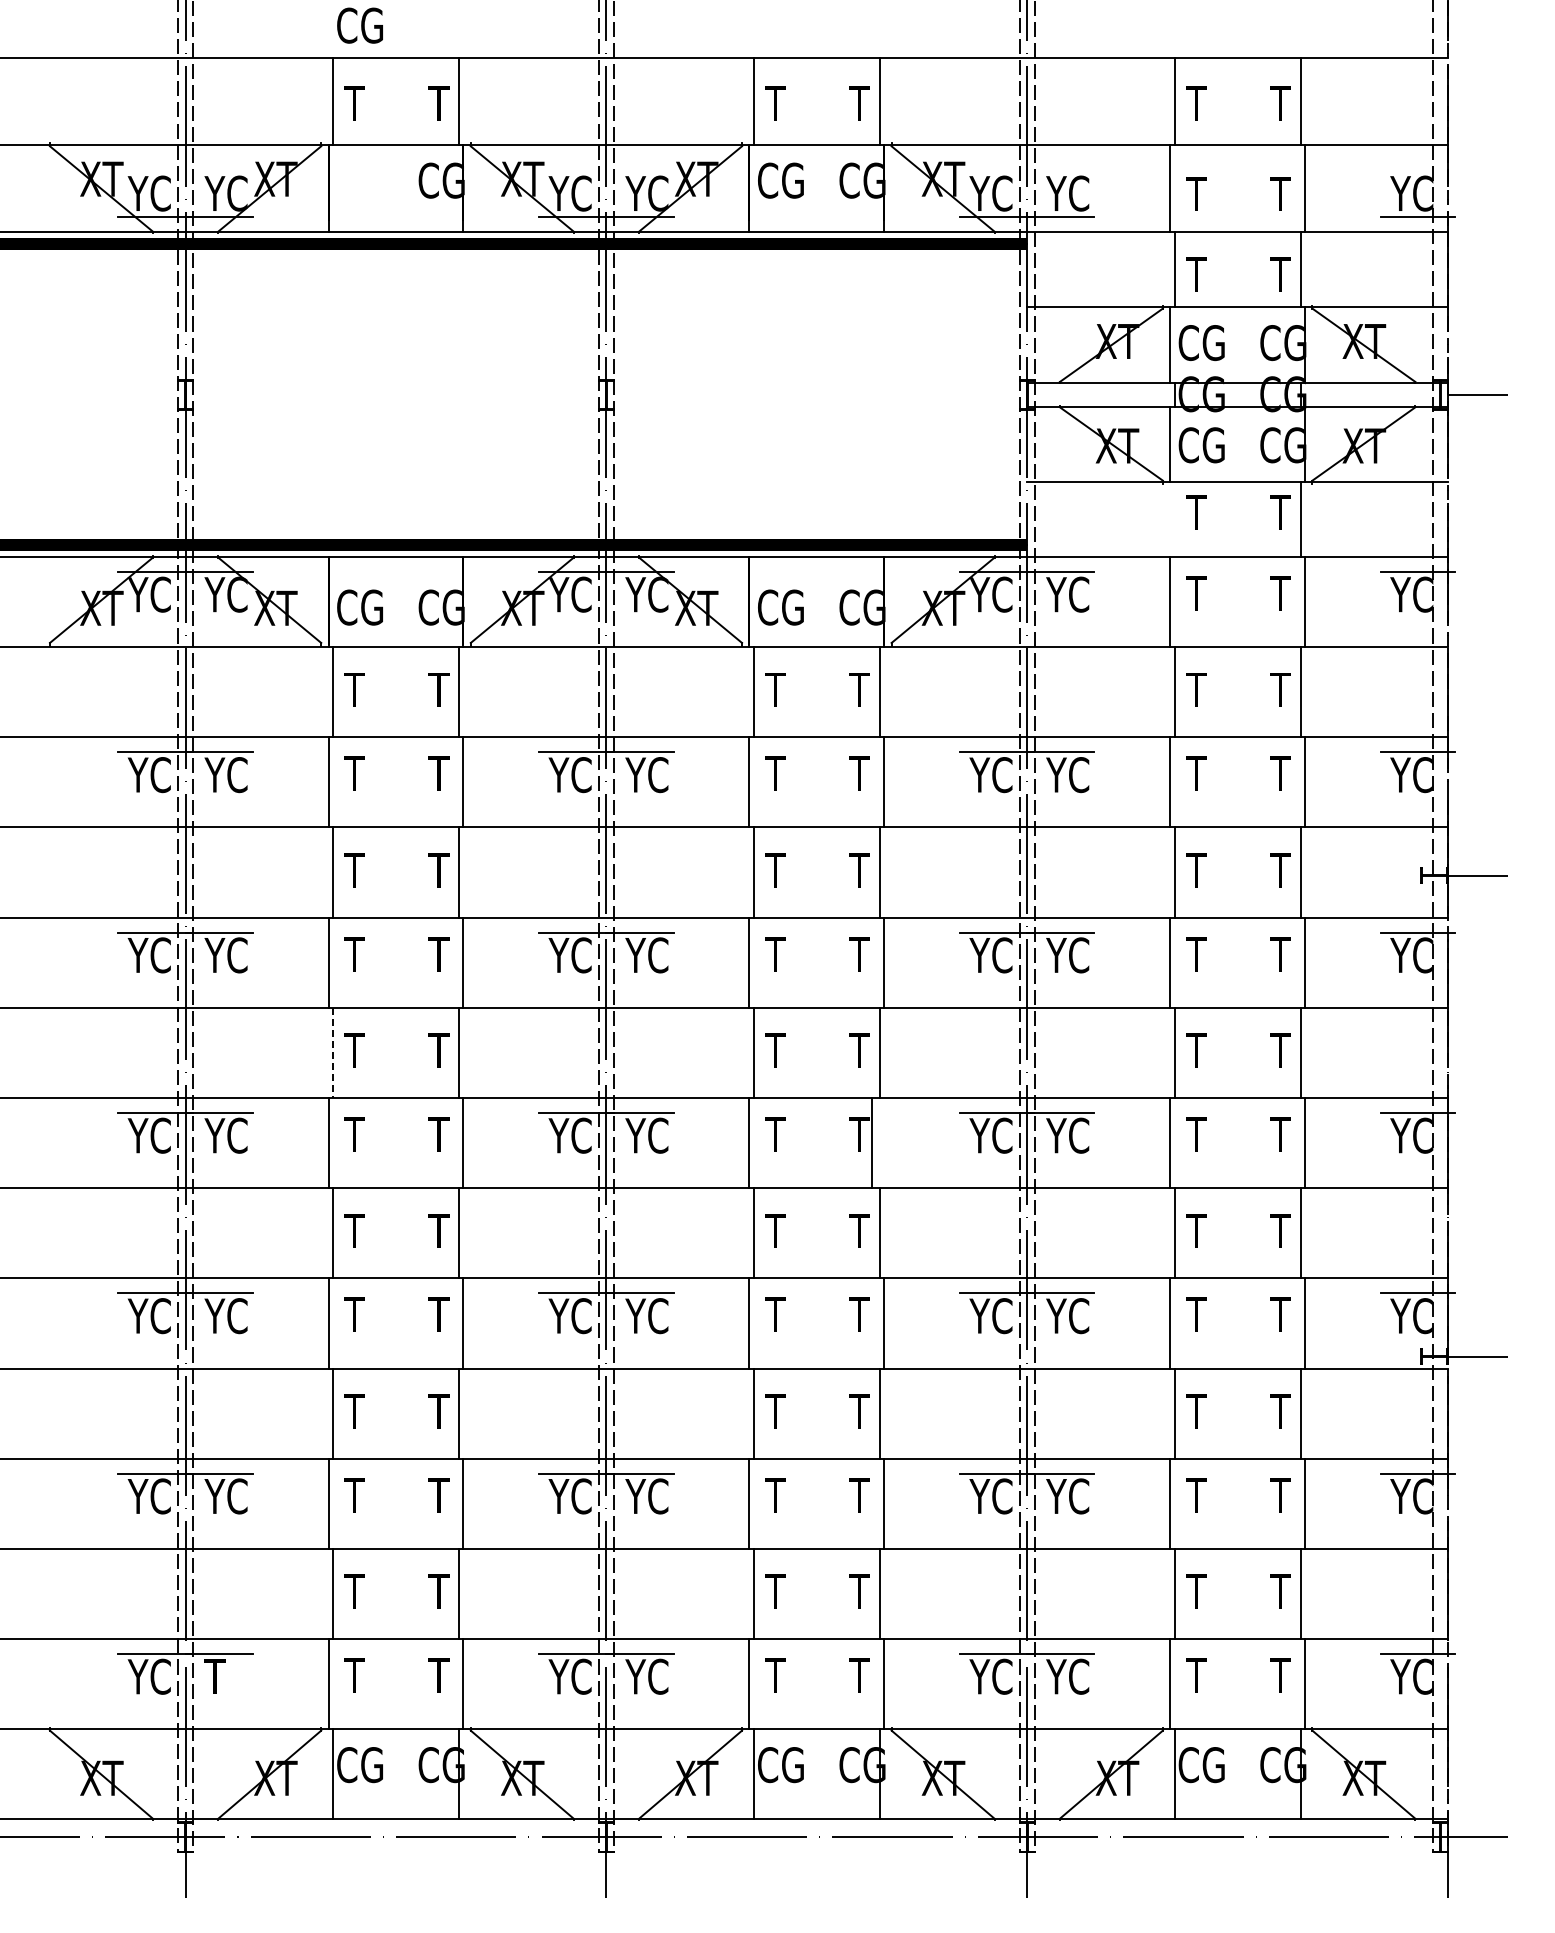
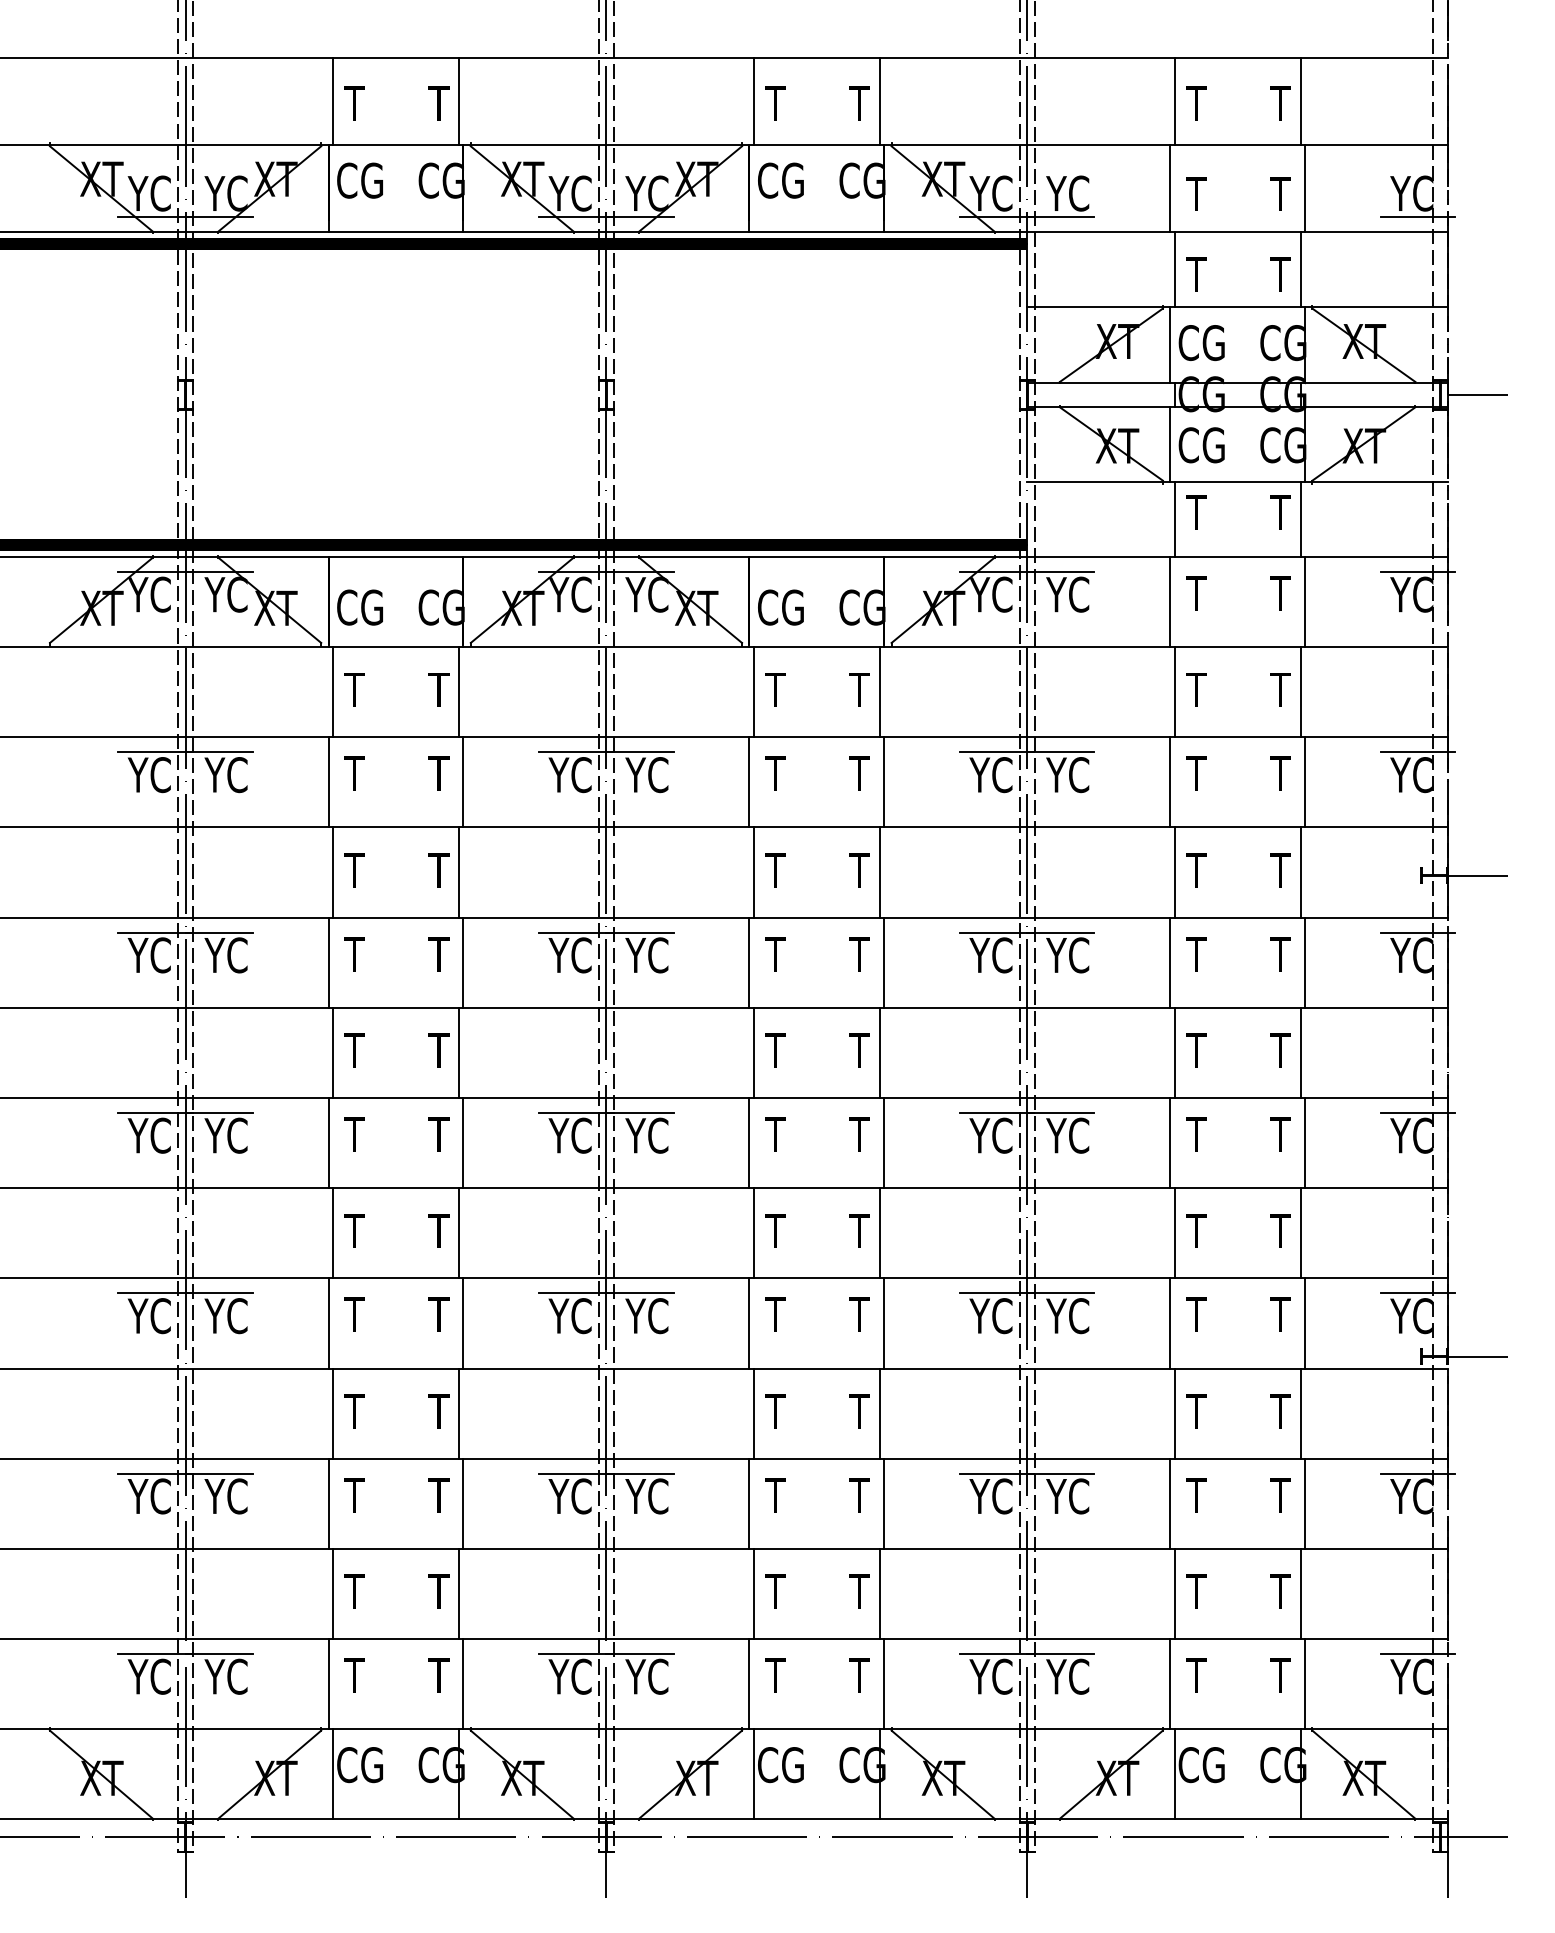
text at (359, 25) position: (359, 25) -> (359, 180)
line at (1174, 518): none -> present
line at (332, 1053): dashed -> solid
line at (872, 1143) position: (872, 1143) -> (884, 1143)
text at (225, 1676): T -> YC
